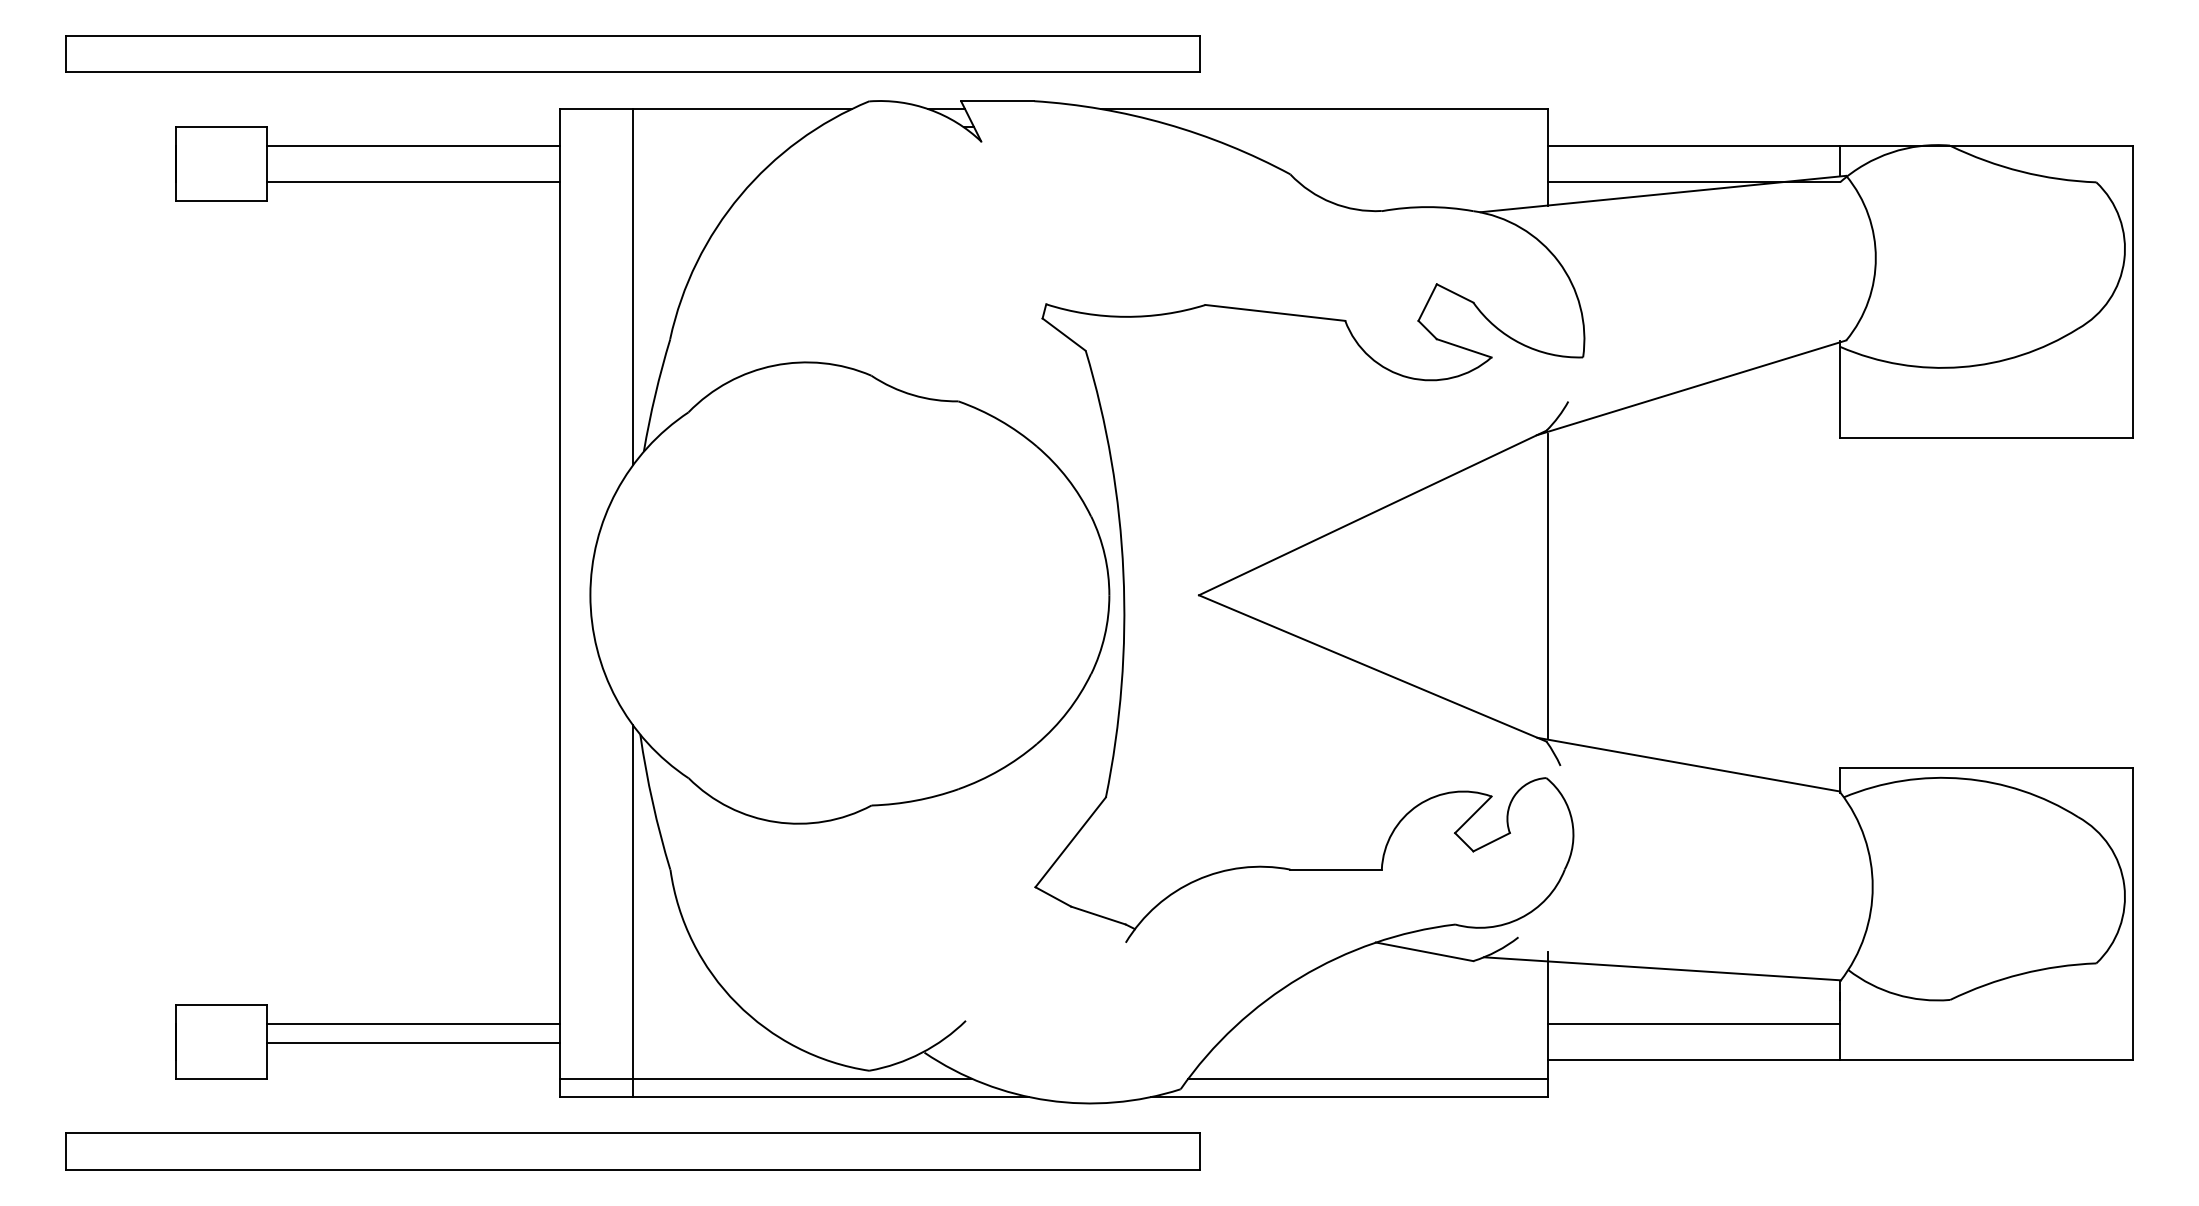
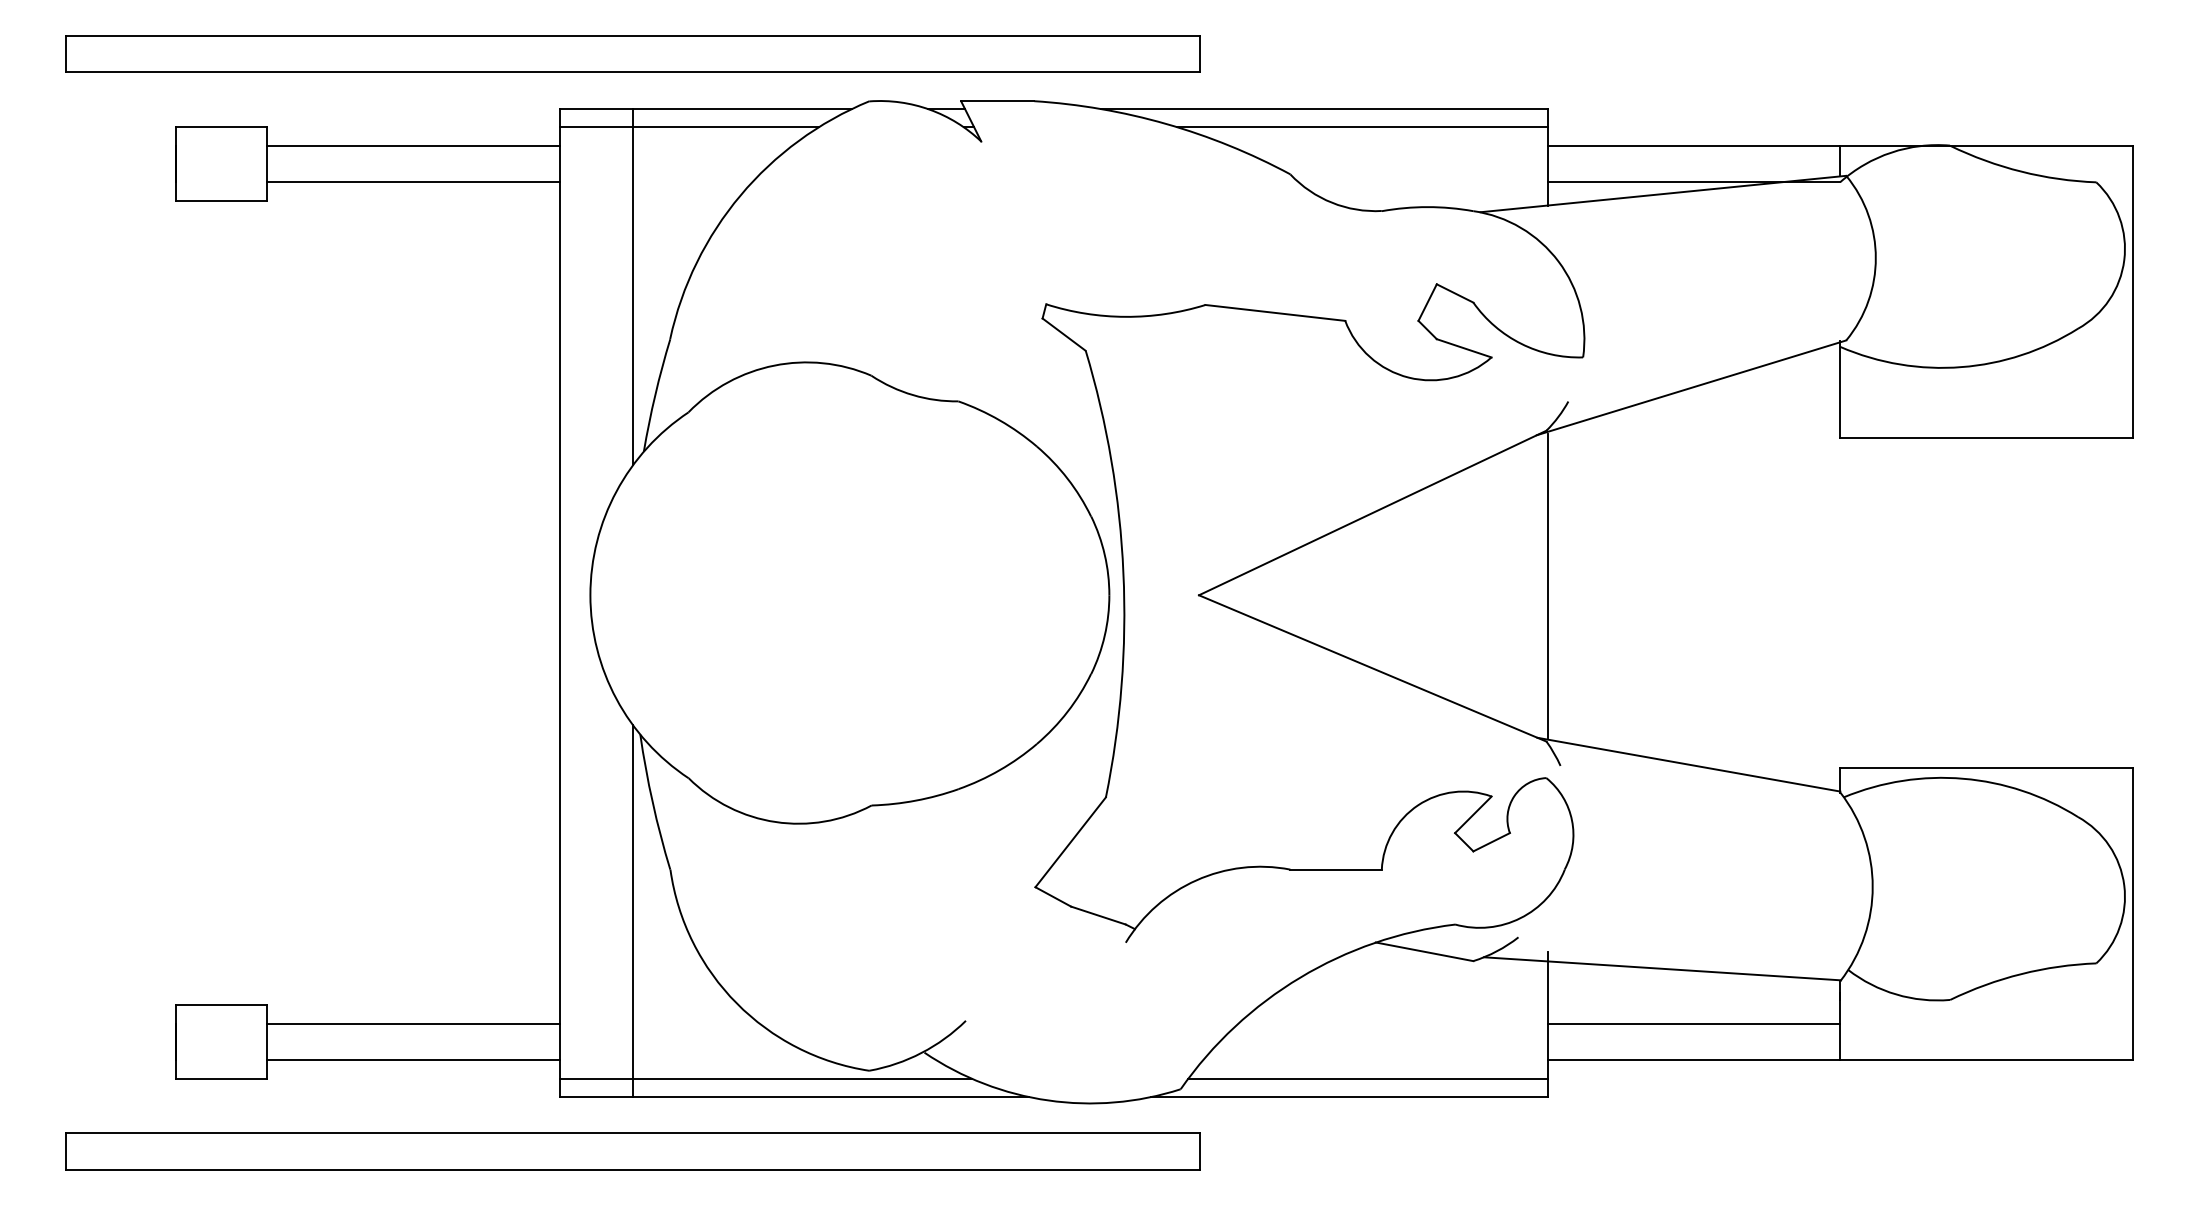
line at (688, 127): none -> present
line at (1362, 127): none -> present
line at (413, 1043) position: (413, 1043) -> (413, 1060)
